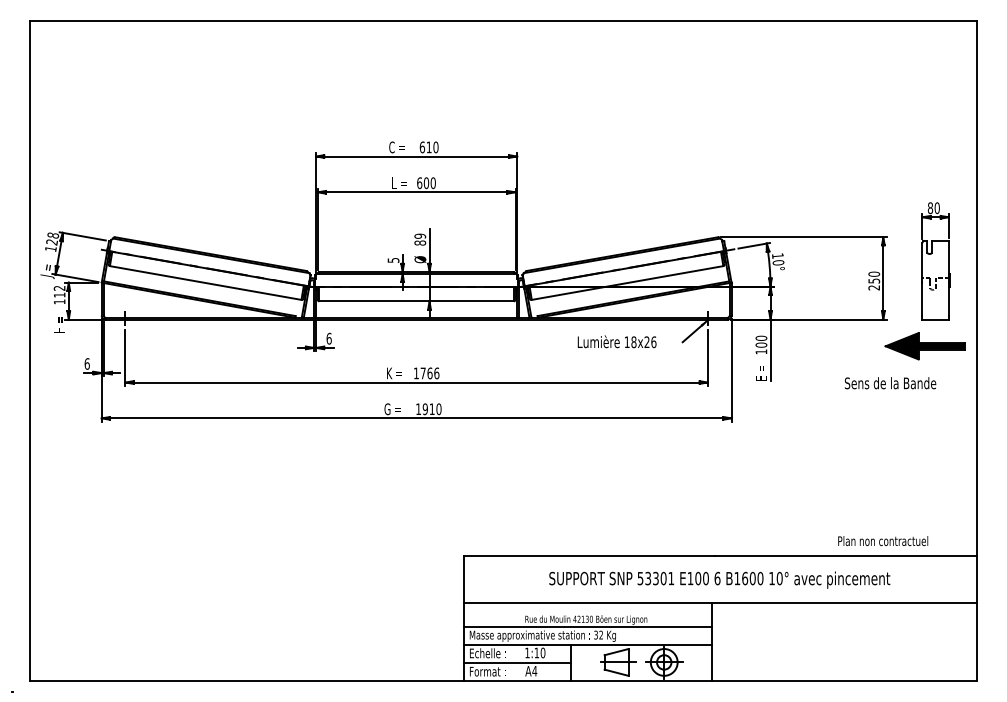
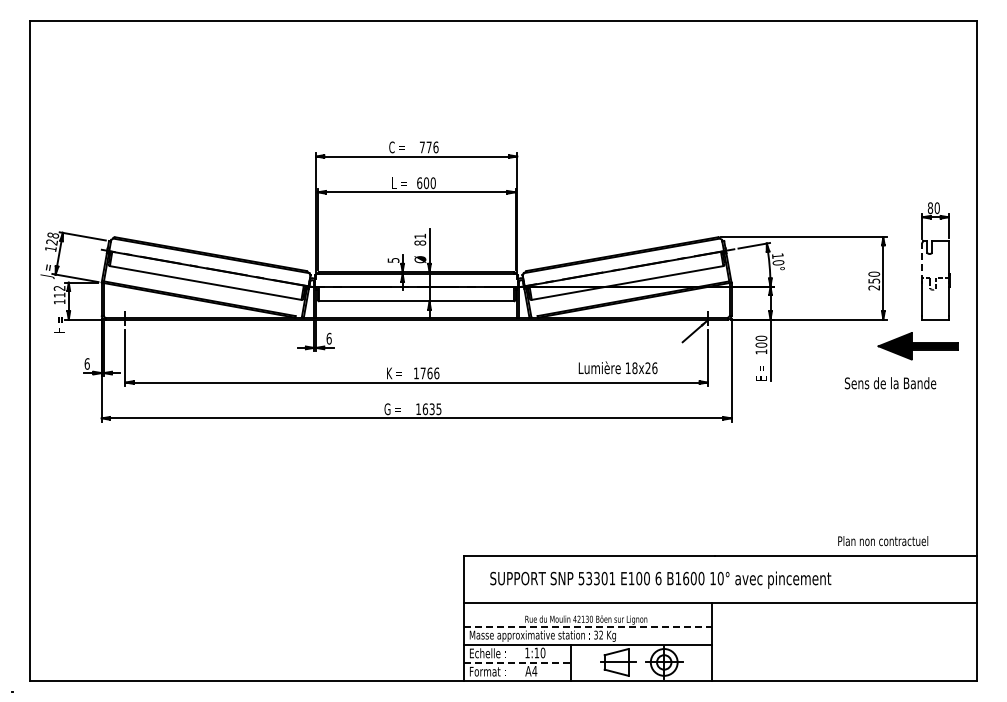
text at (428, 147): 610 -> 776
text at (420, 235): 89 -> 81
line at (922, 262): solid -> dashed
text at (616, 341) position: (616, 341) -> (617, 367)
part at (924, 346) position: (924, 346) -> (917, 346)
text at (431, 409): 1910 -> 1635
text at (719, 579) position: (719, 579) -> (660, 579)
line at (588, 626): solid -> dashed
line at (517, 662): solid -> dashed
